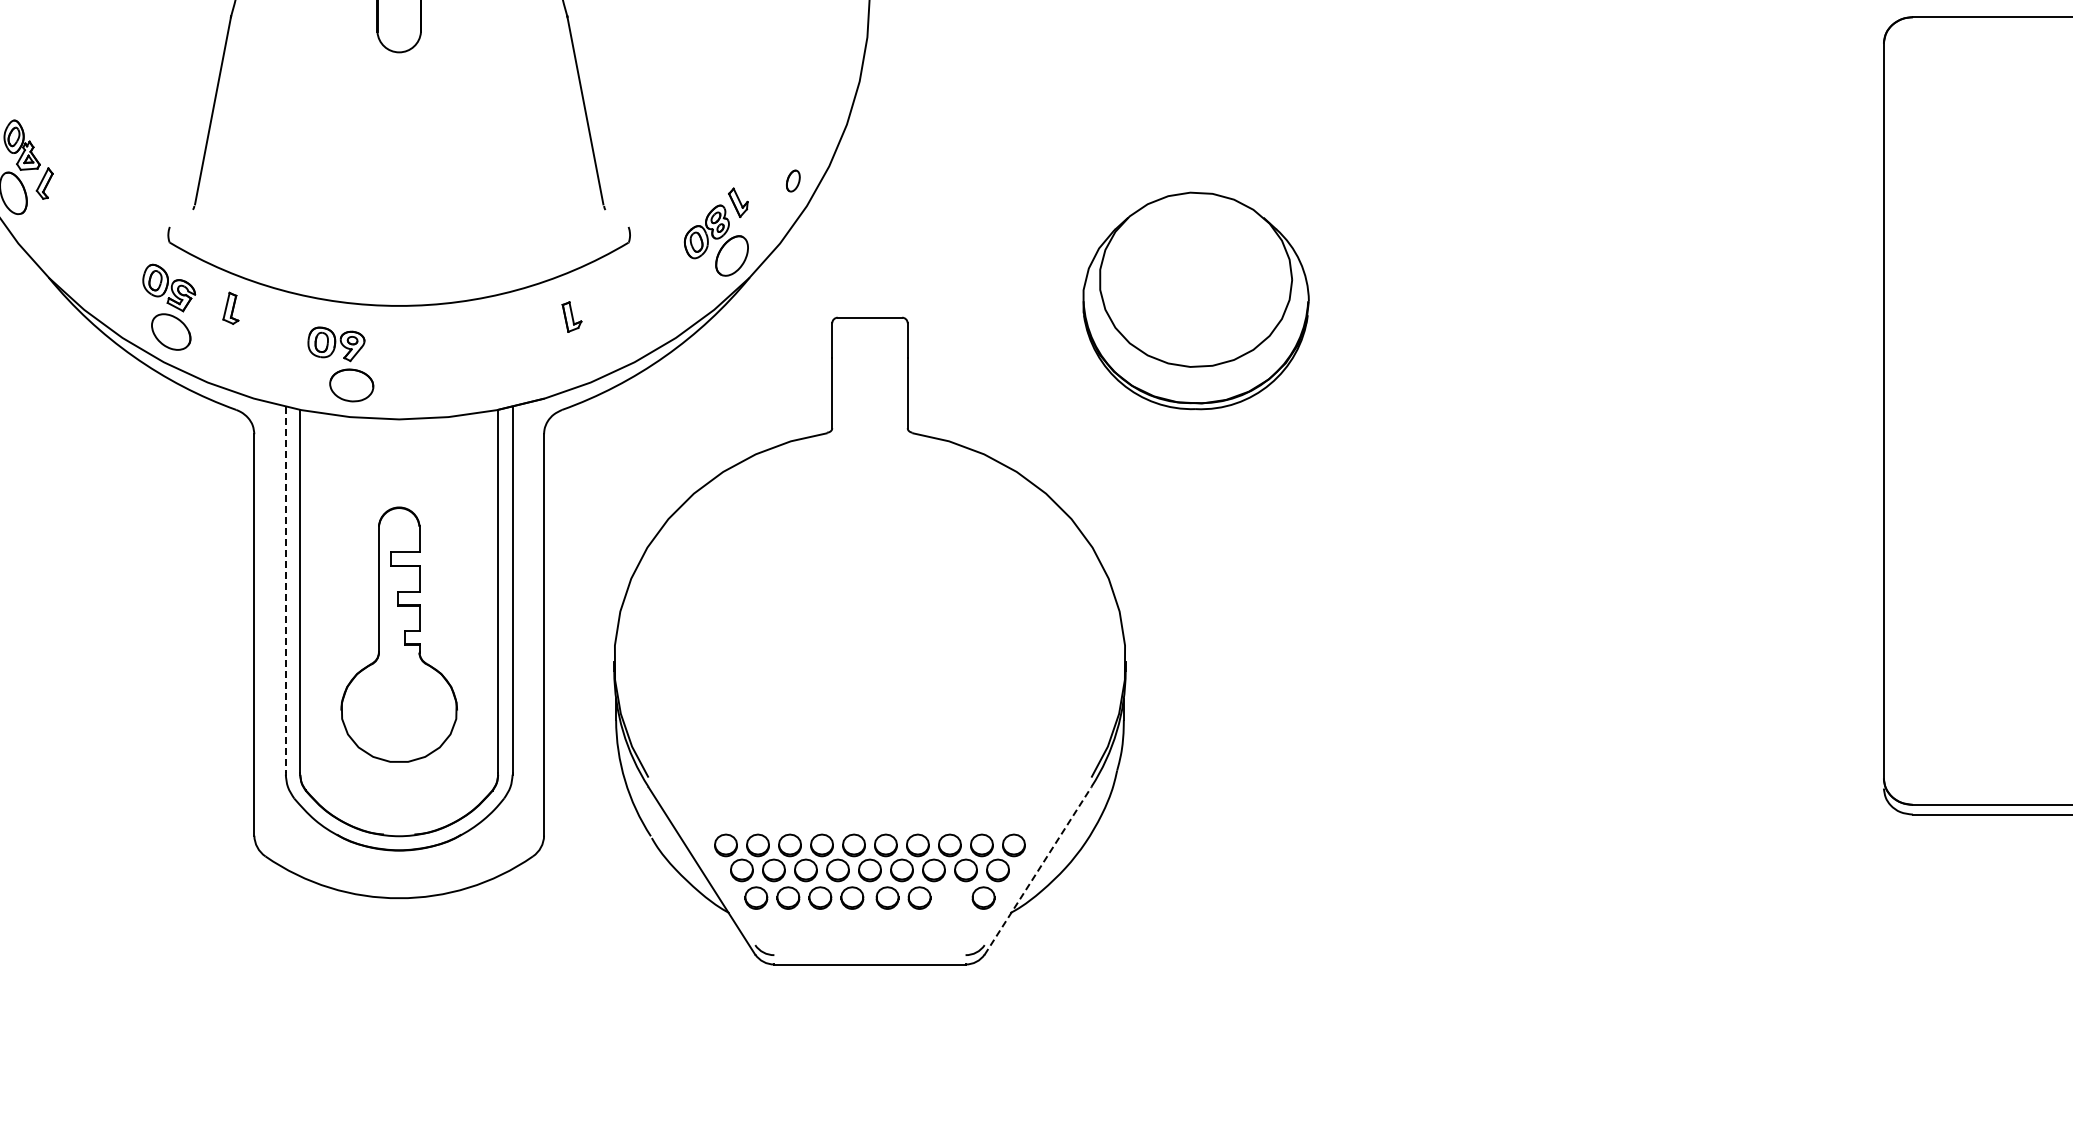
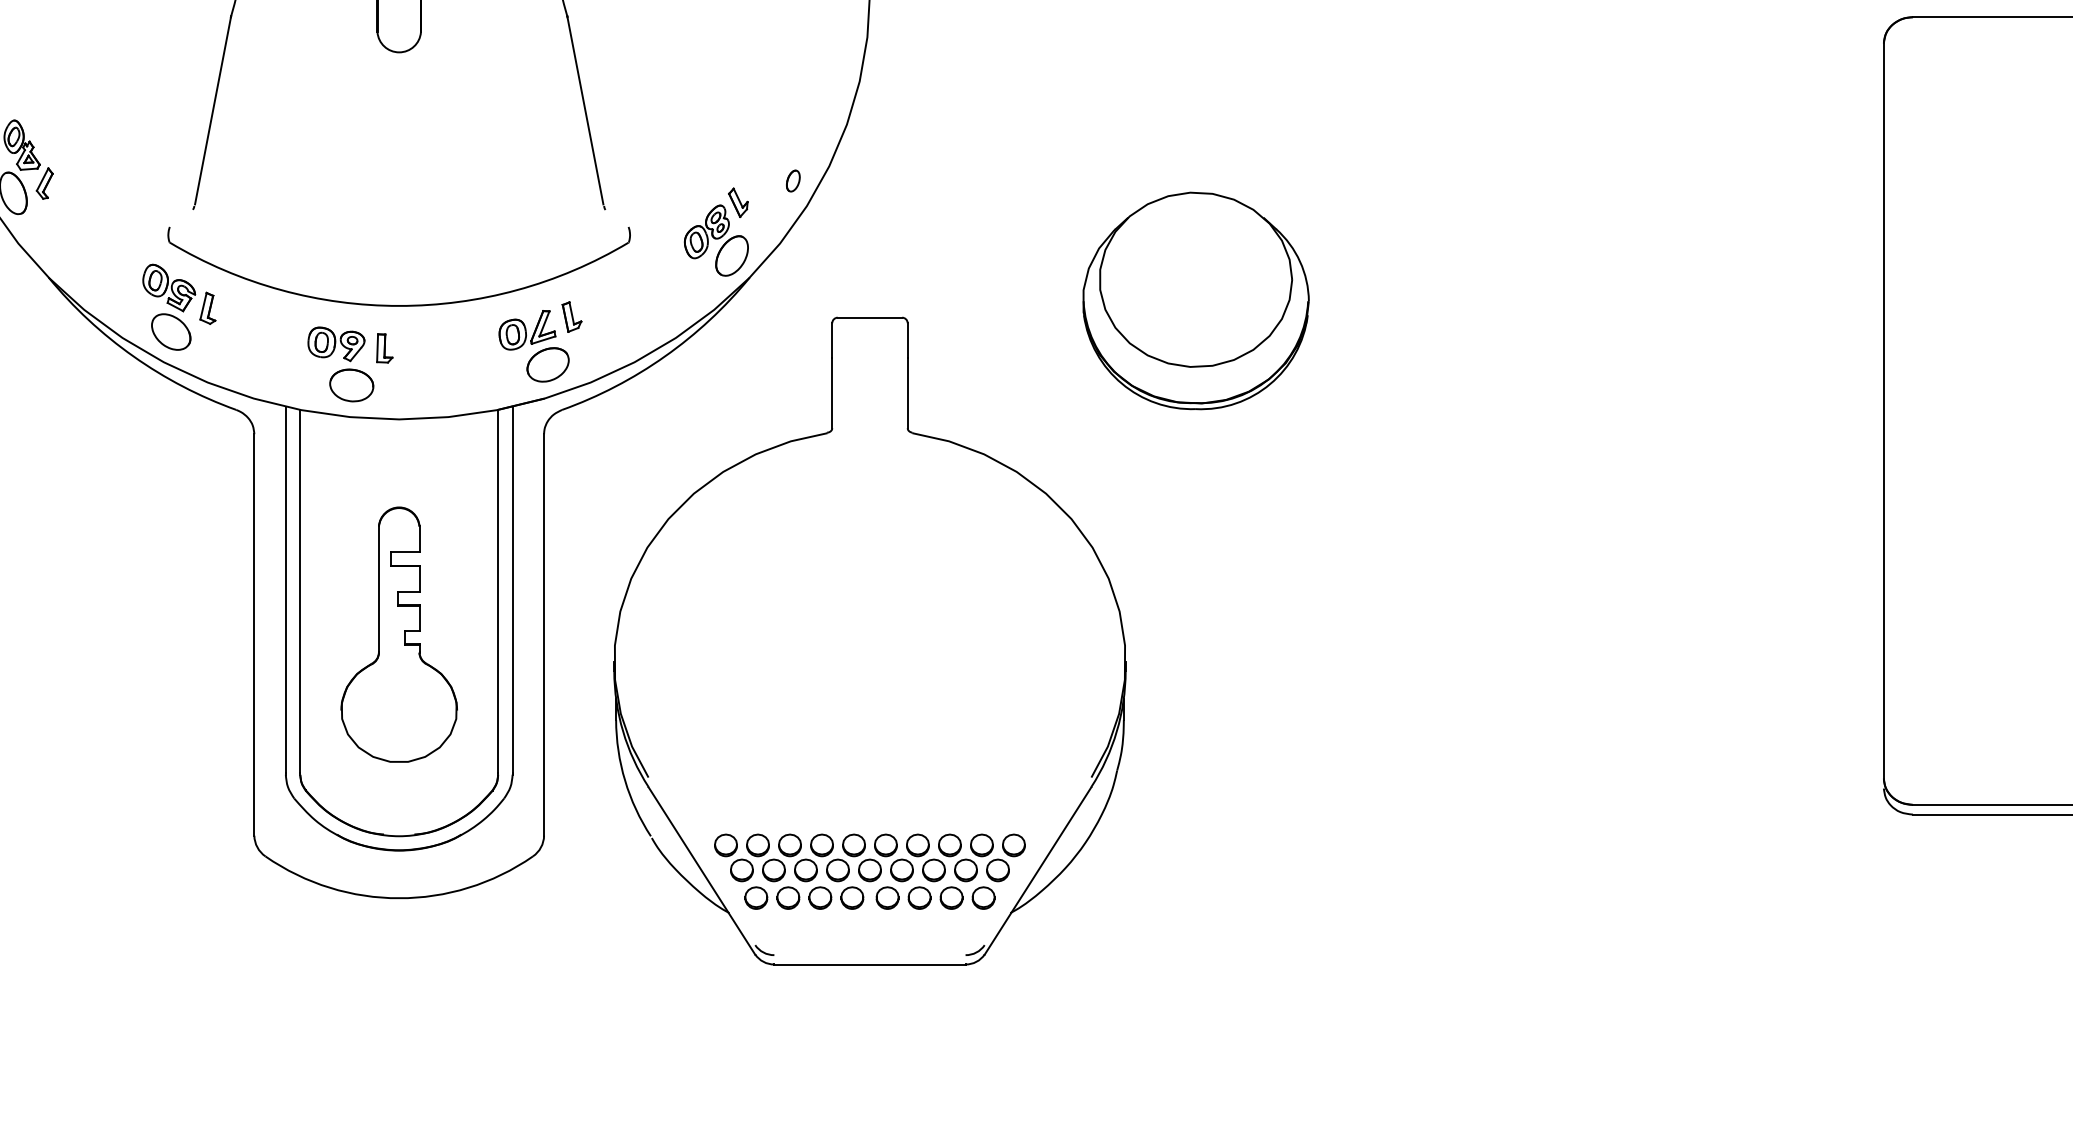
part at (230, 307) position: (230, 307) -> (207, 307)
part at (533, 346): none -> present
part at (384, 348): none -> present
line at (285, 590): dashed -> solid
line at (1038, 870): dashed -> solid
part at (951, 897): none -> present
